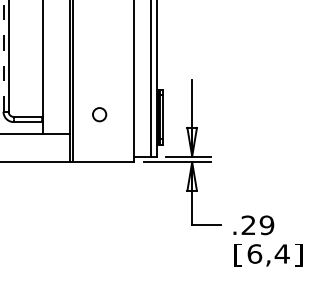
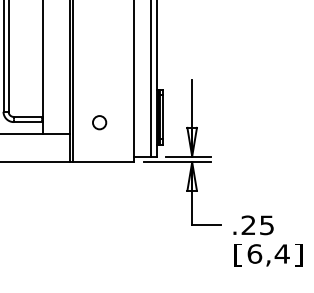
line at (3, 55): dashed -> solid
circle at (99, 114) position: (99, 114) -> (99, 122)
text at (266, 224): .29 -> .25
